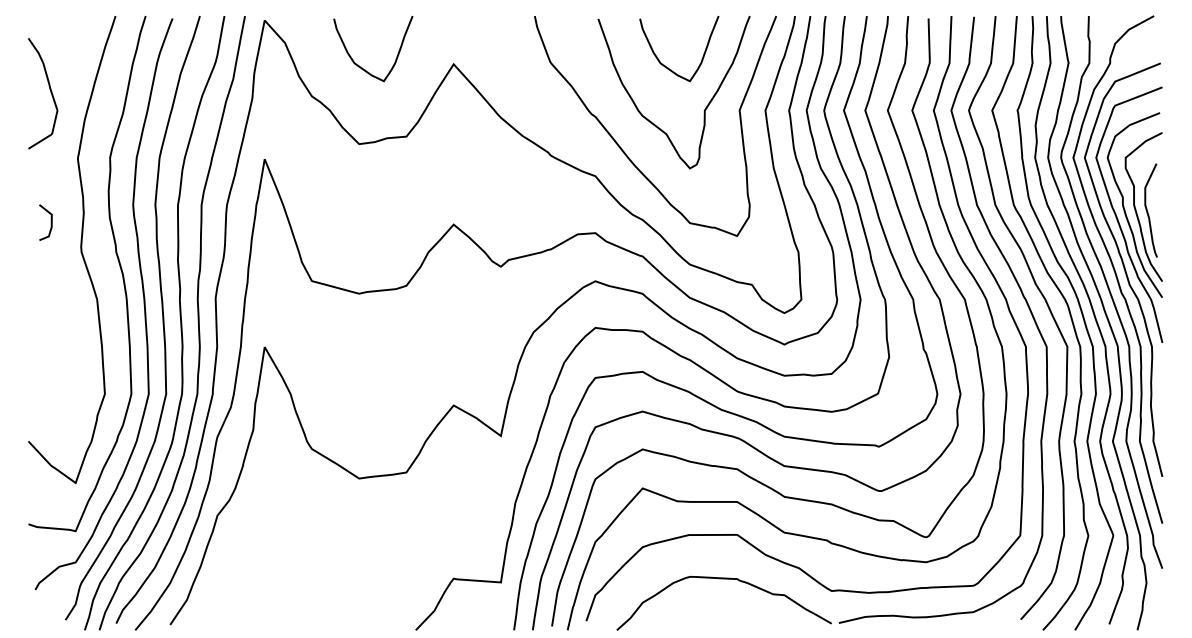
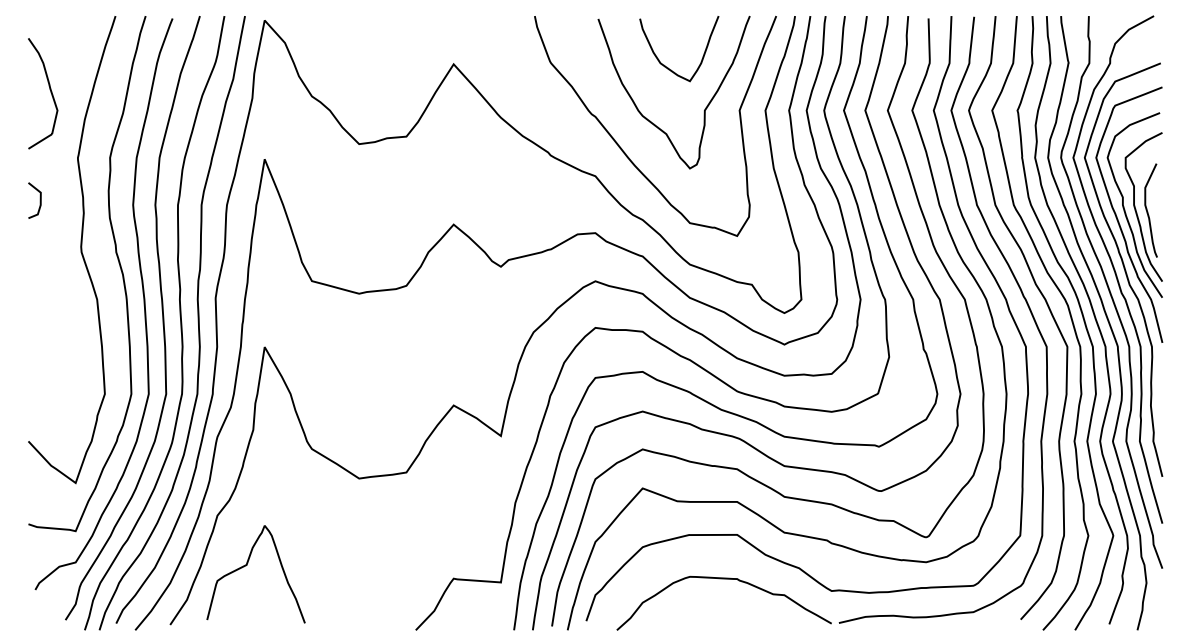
curve at (362, 67): present -> none
line at (50, 222) position: (50, 222) -> (39, 200)
curve at (247, 565): none -> present
